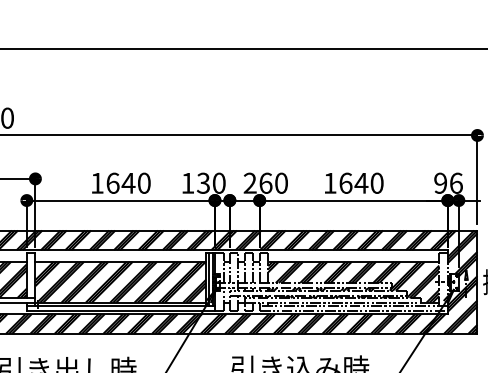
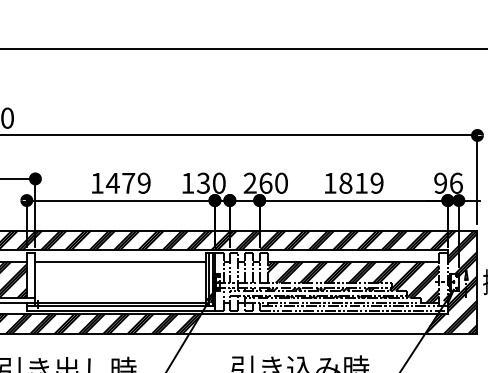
text at (127, 182): 1640 -> 1479
text at (361, 182): 1640 -> 1819
hatch at (120, 281): present -> none
hatch at (317, 323): present -> none
